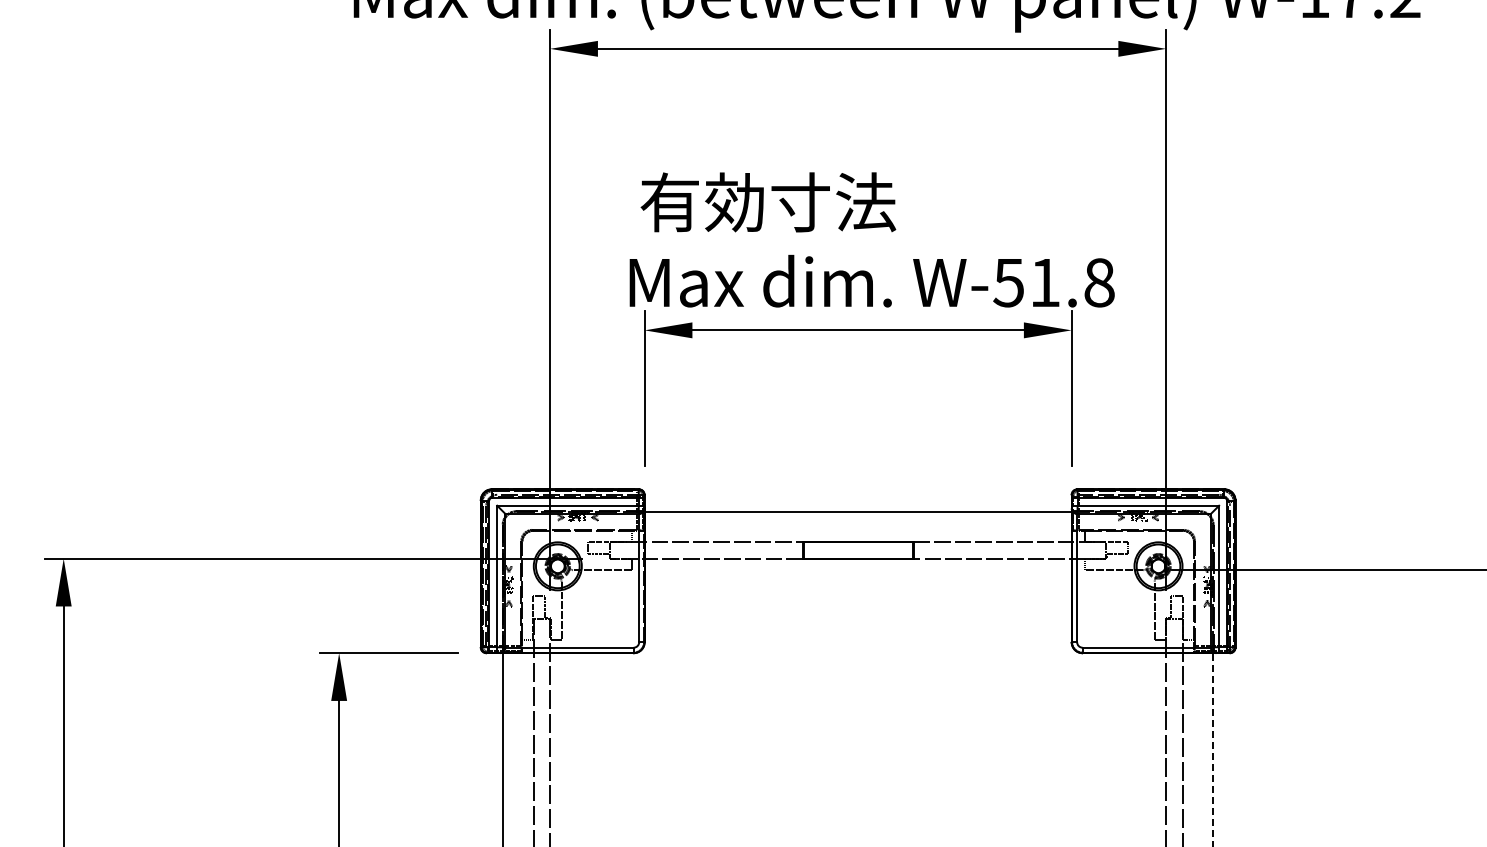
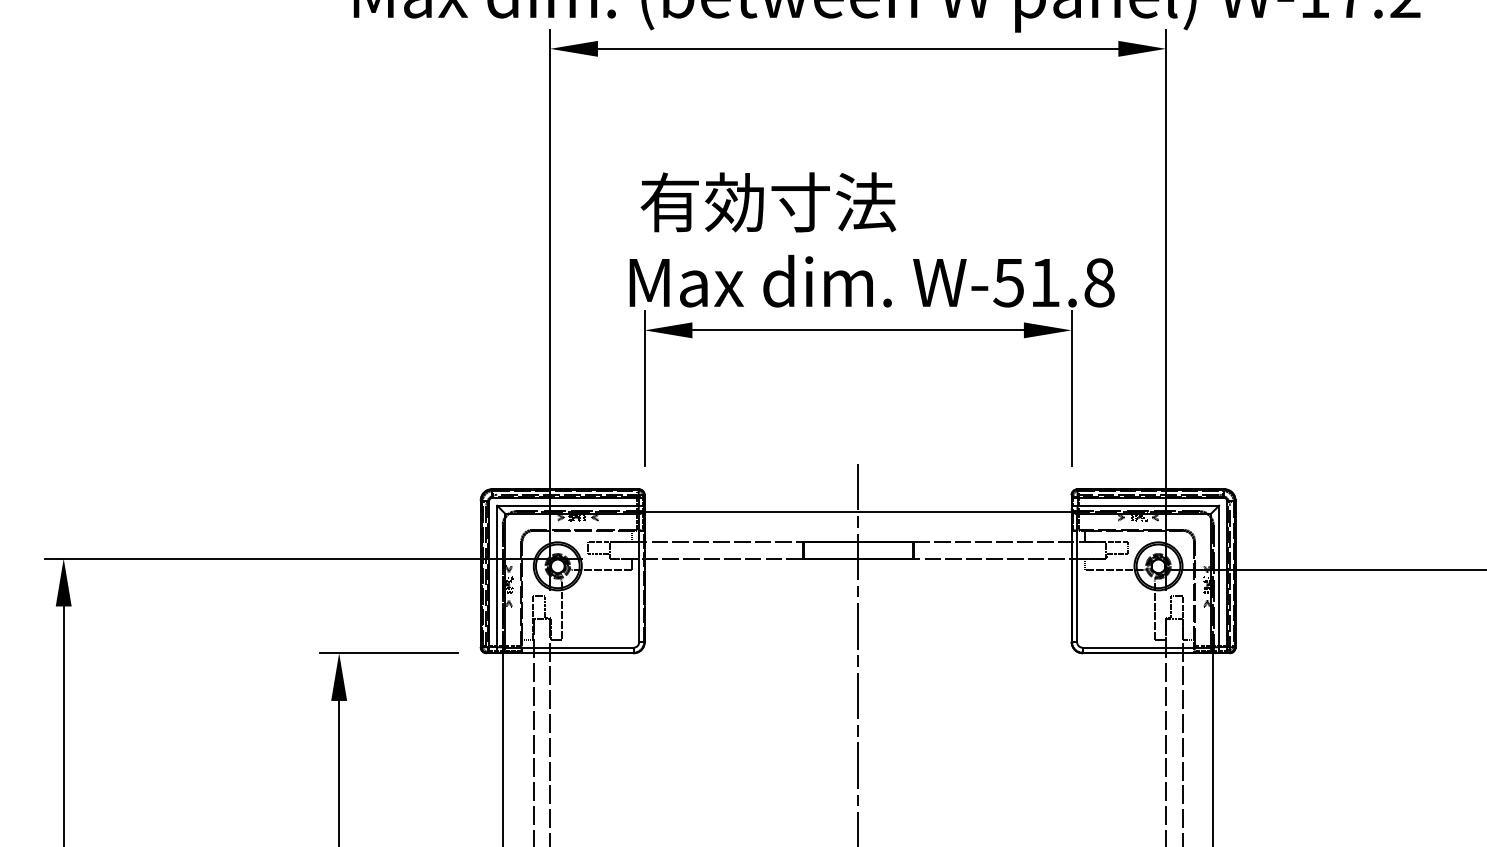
line at (858, 653): none -> present
line at (1213, 749): dashed -> solid
